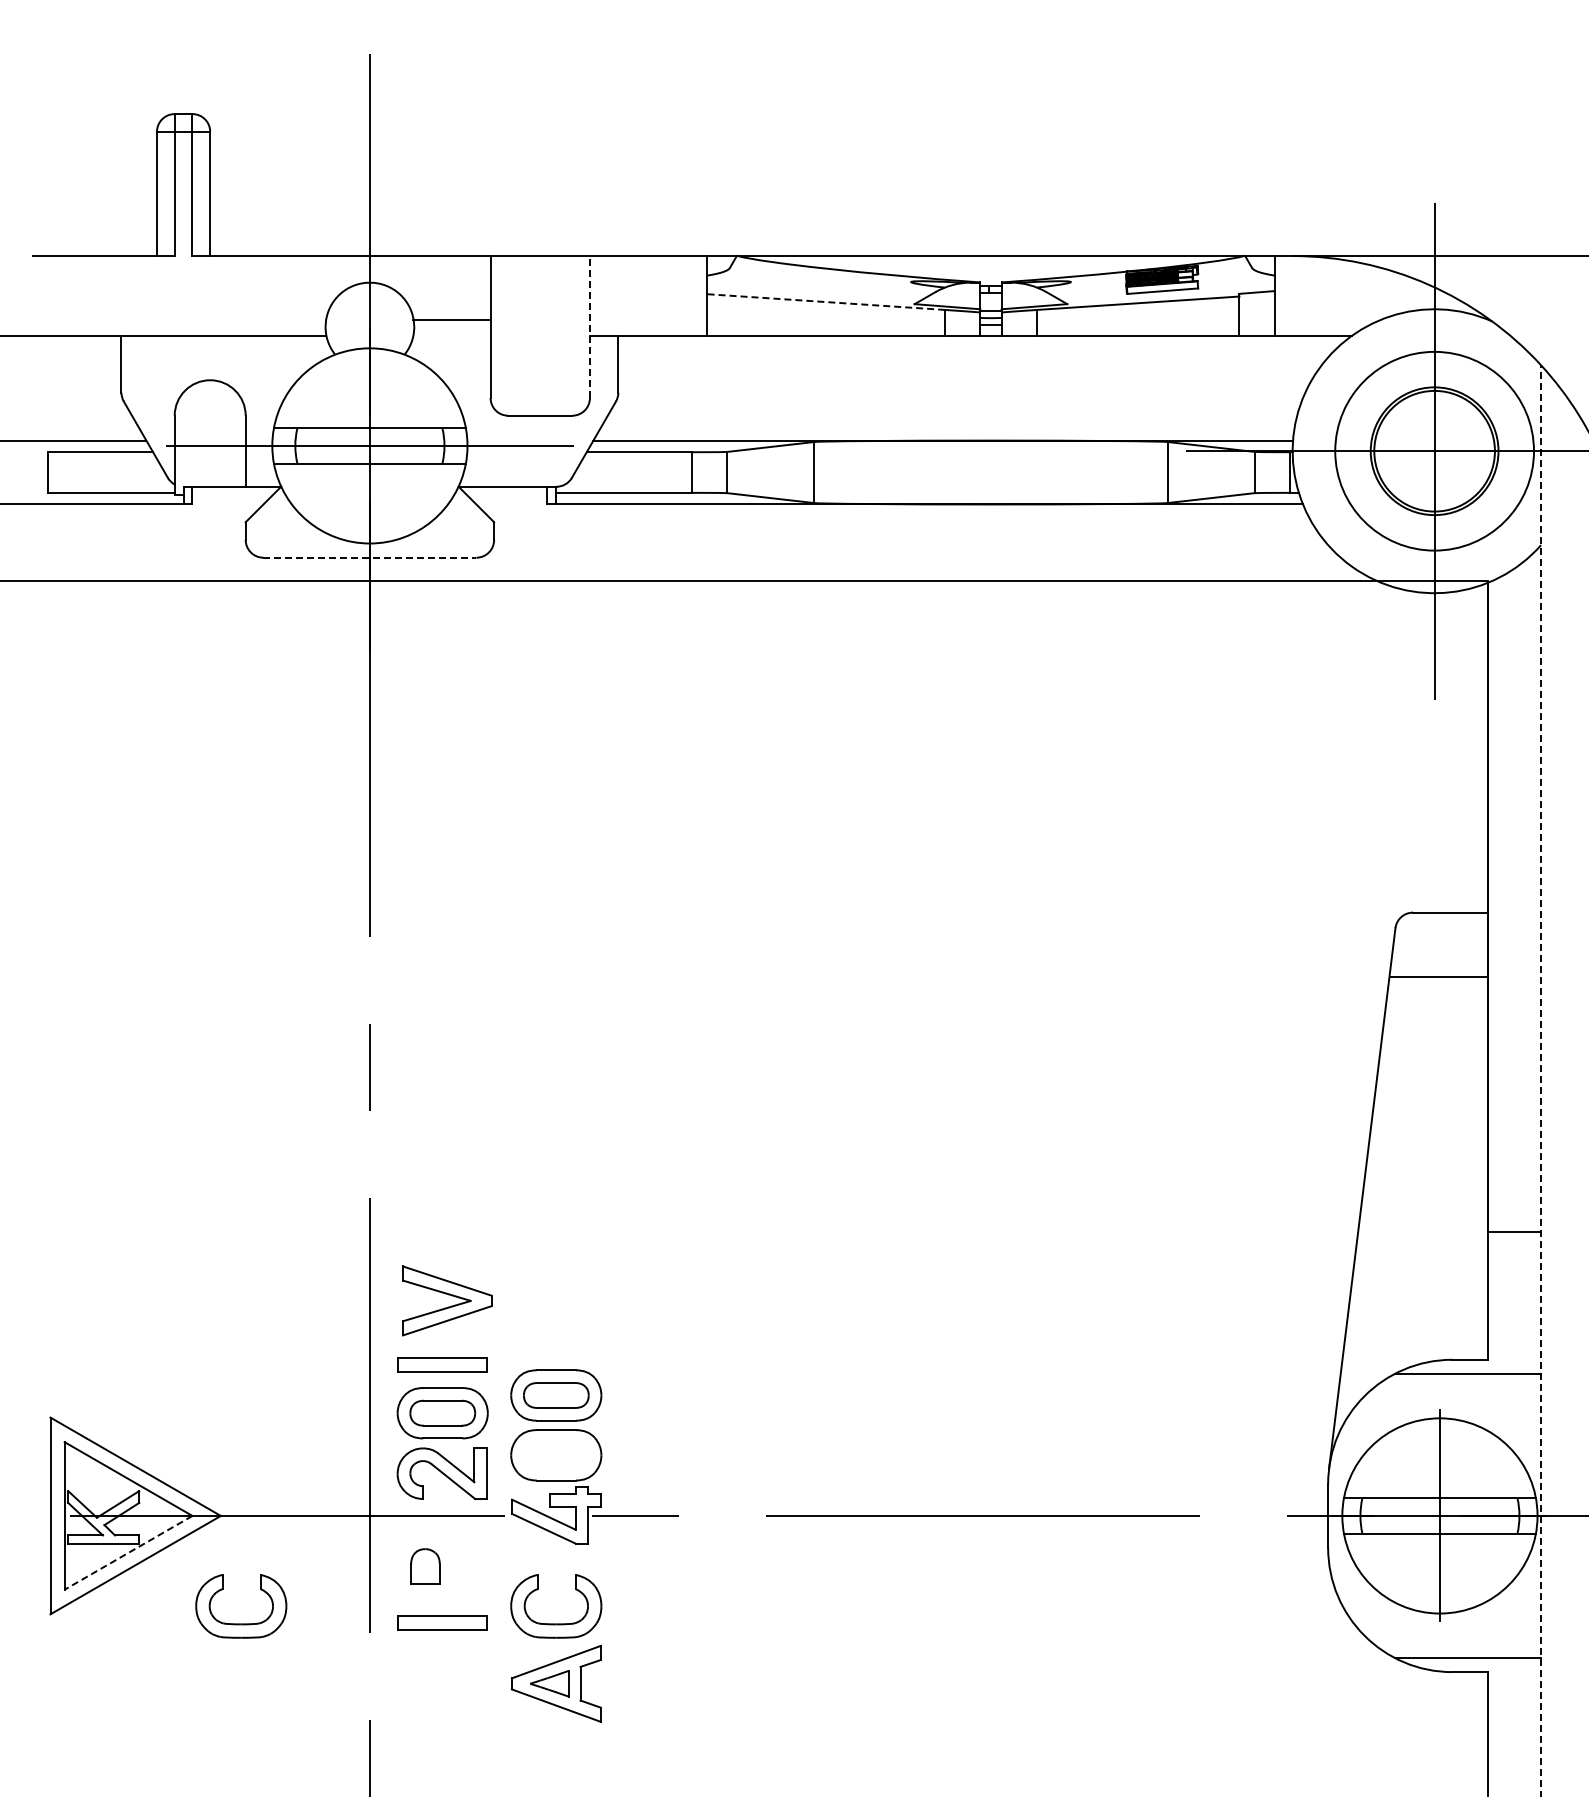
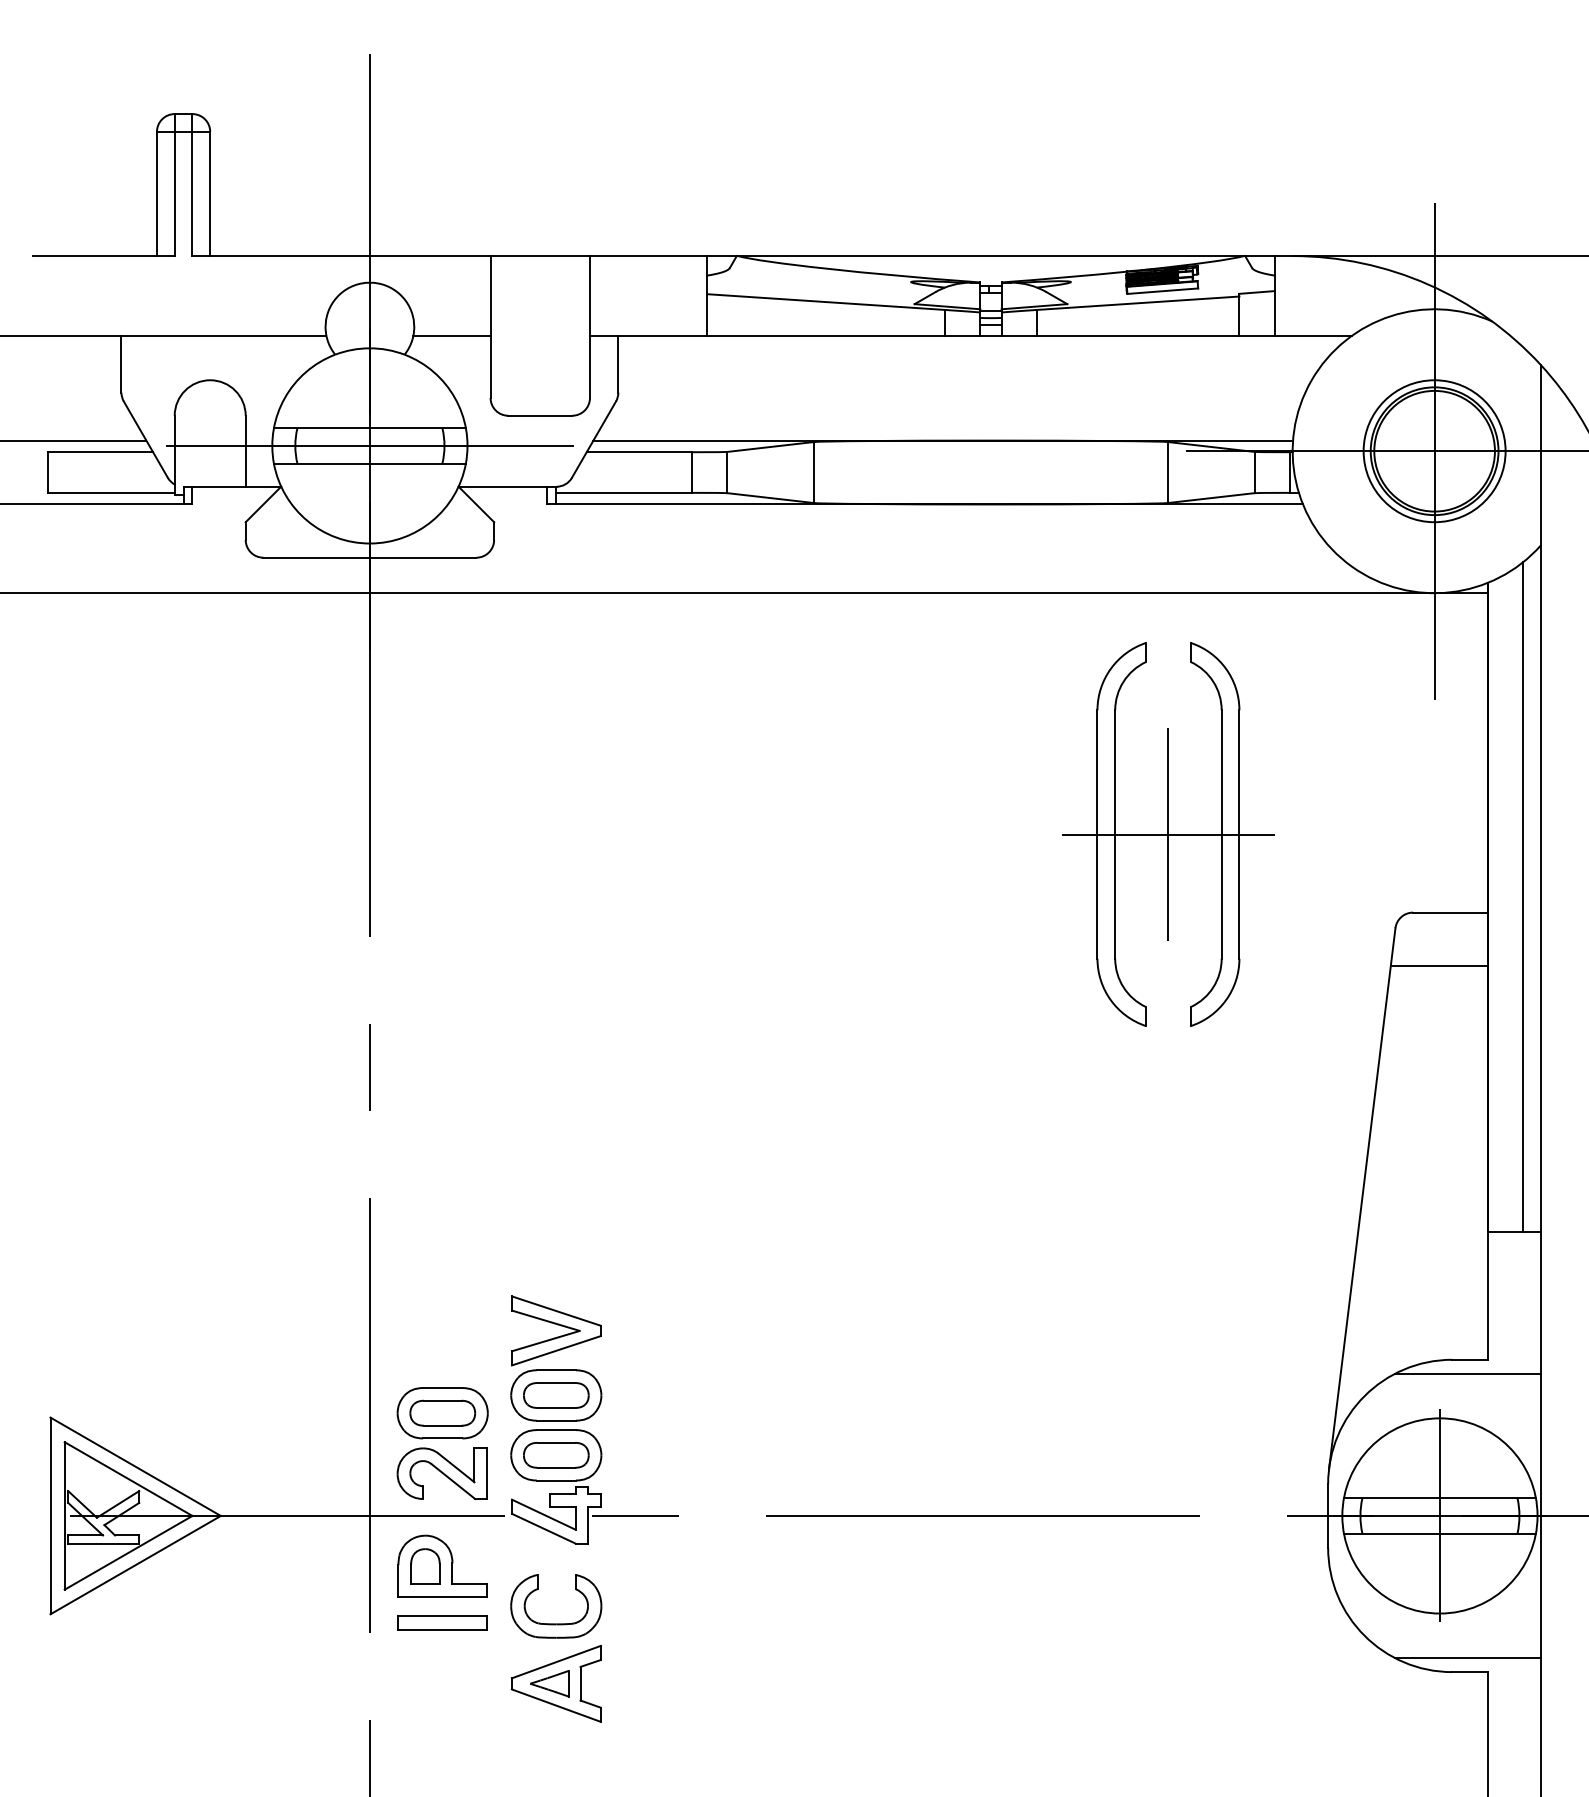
line at (825, 302): dashed -> solid
line at (451, 319) position: (451, 319) -> (451, 335)
line at (589, 327): dashed -> solid
circle at (1434, 450) diameter: 199 px -> 142 px
line at (370, 557): dashed -> solid
line at (744, 581) position: (744, 581) -> (744, 593)
part at (1168, 834): none -> present
line at (1523, 897): none -> present
line at (1438, 977) position: (1438, 977) -> (1438, 966)
line at (1541, 1081): dashed -> solid
part at (447, 1300) position: (447, 1300) -> (556, 1330)
part at (442, 1364): present -> none
part at (556, 1455): none -> present
line at (128, 1552): dashed -> solid
part at (442, 1565): none -> present
part at (241, 1623): present -> none
